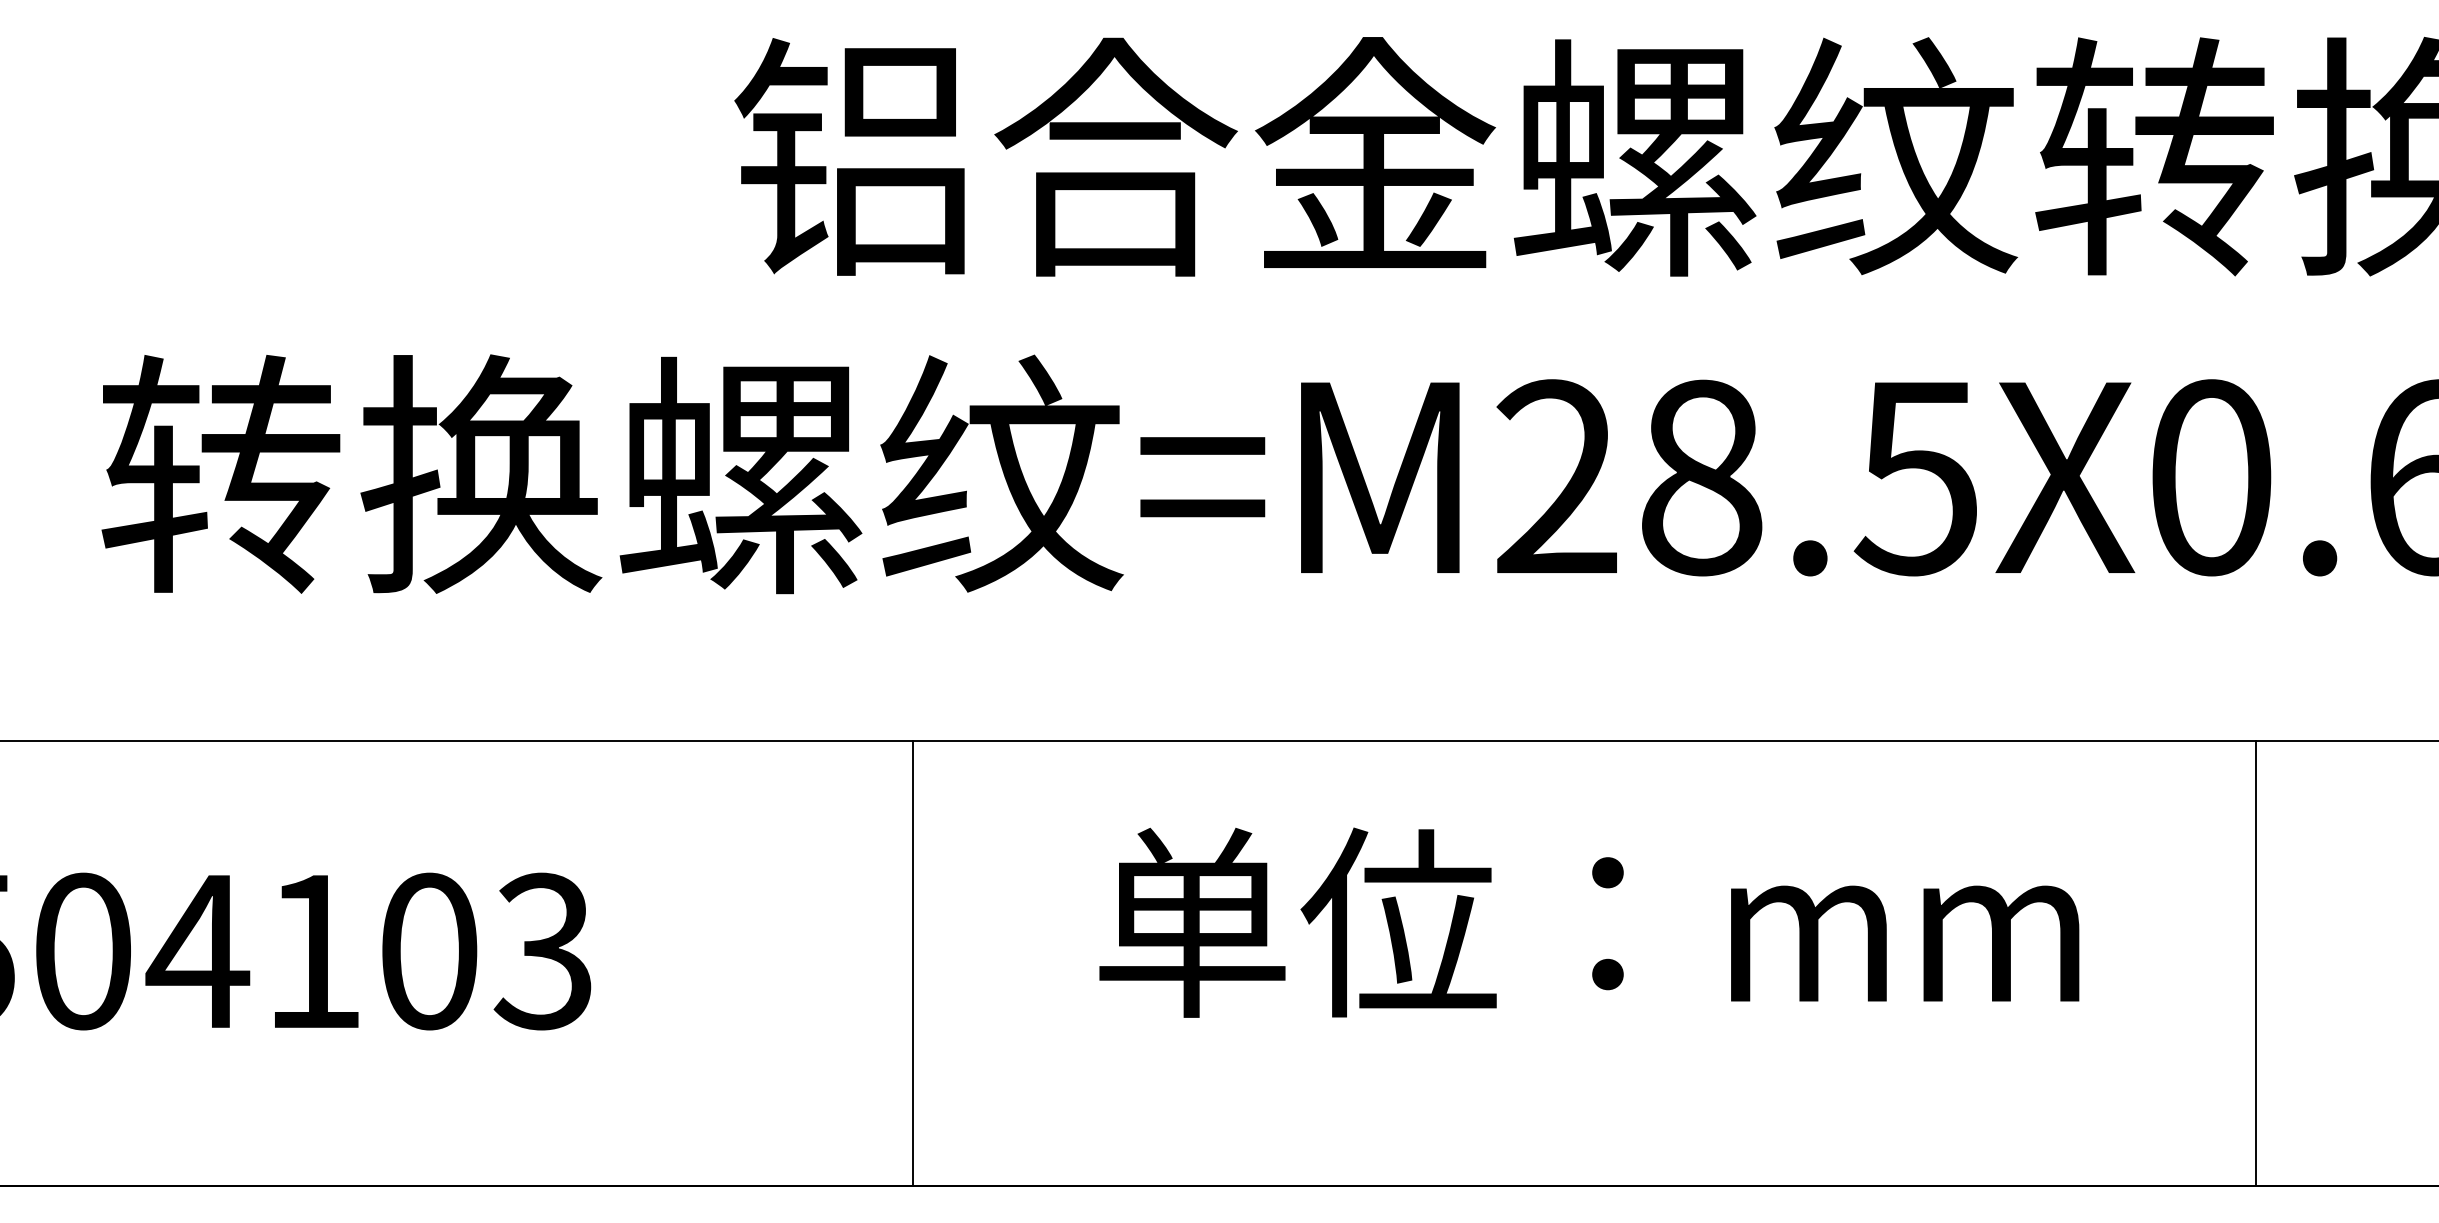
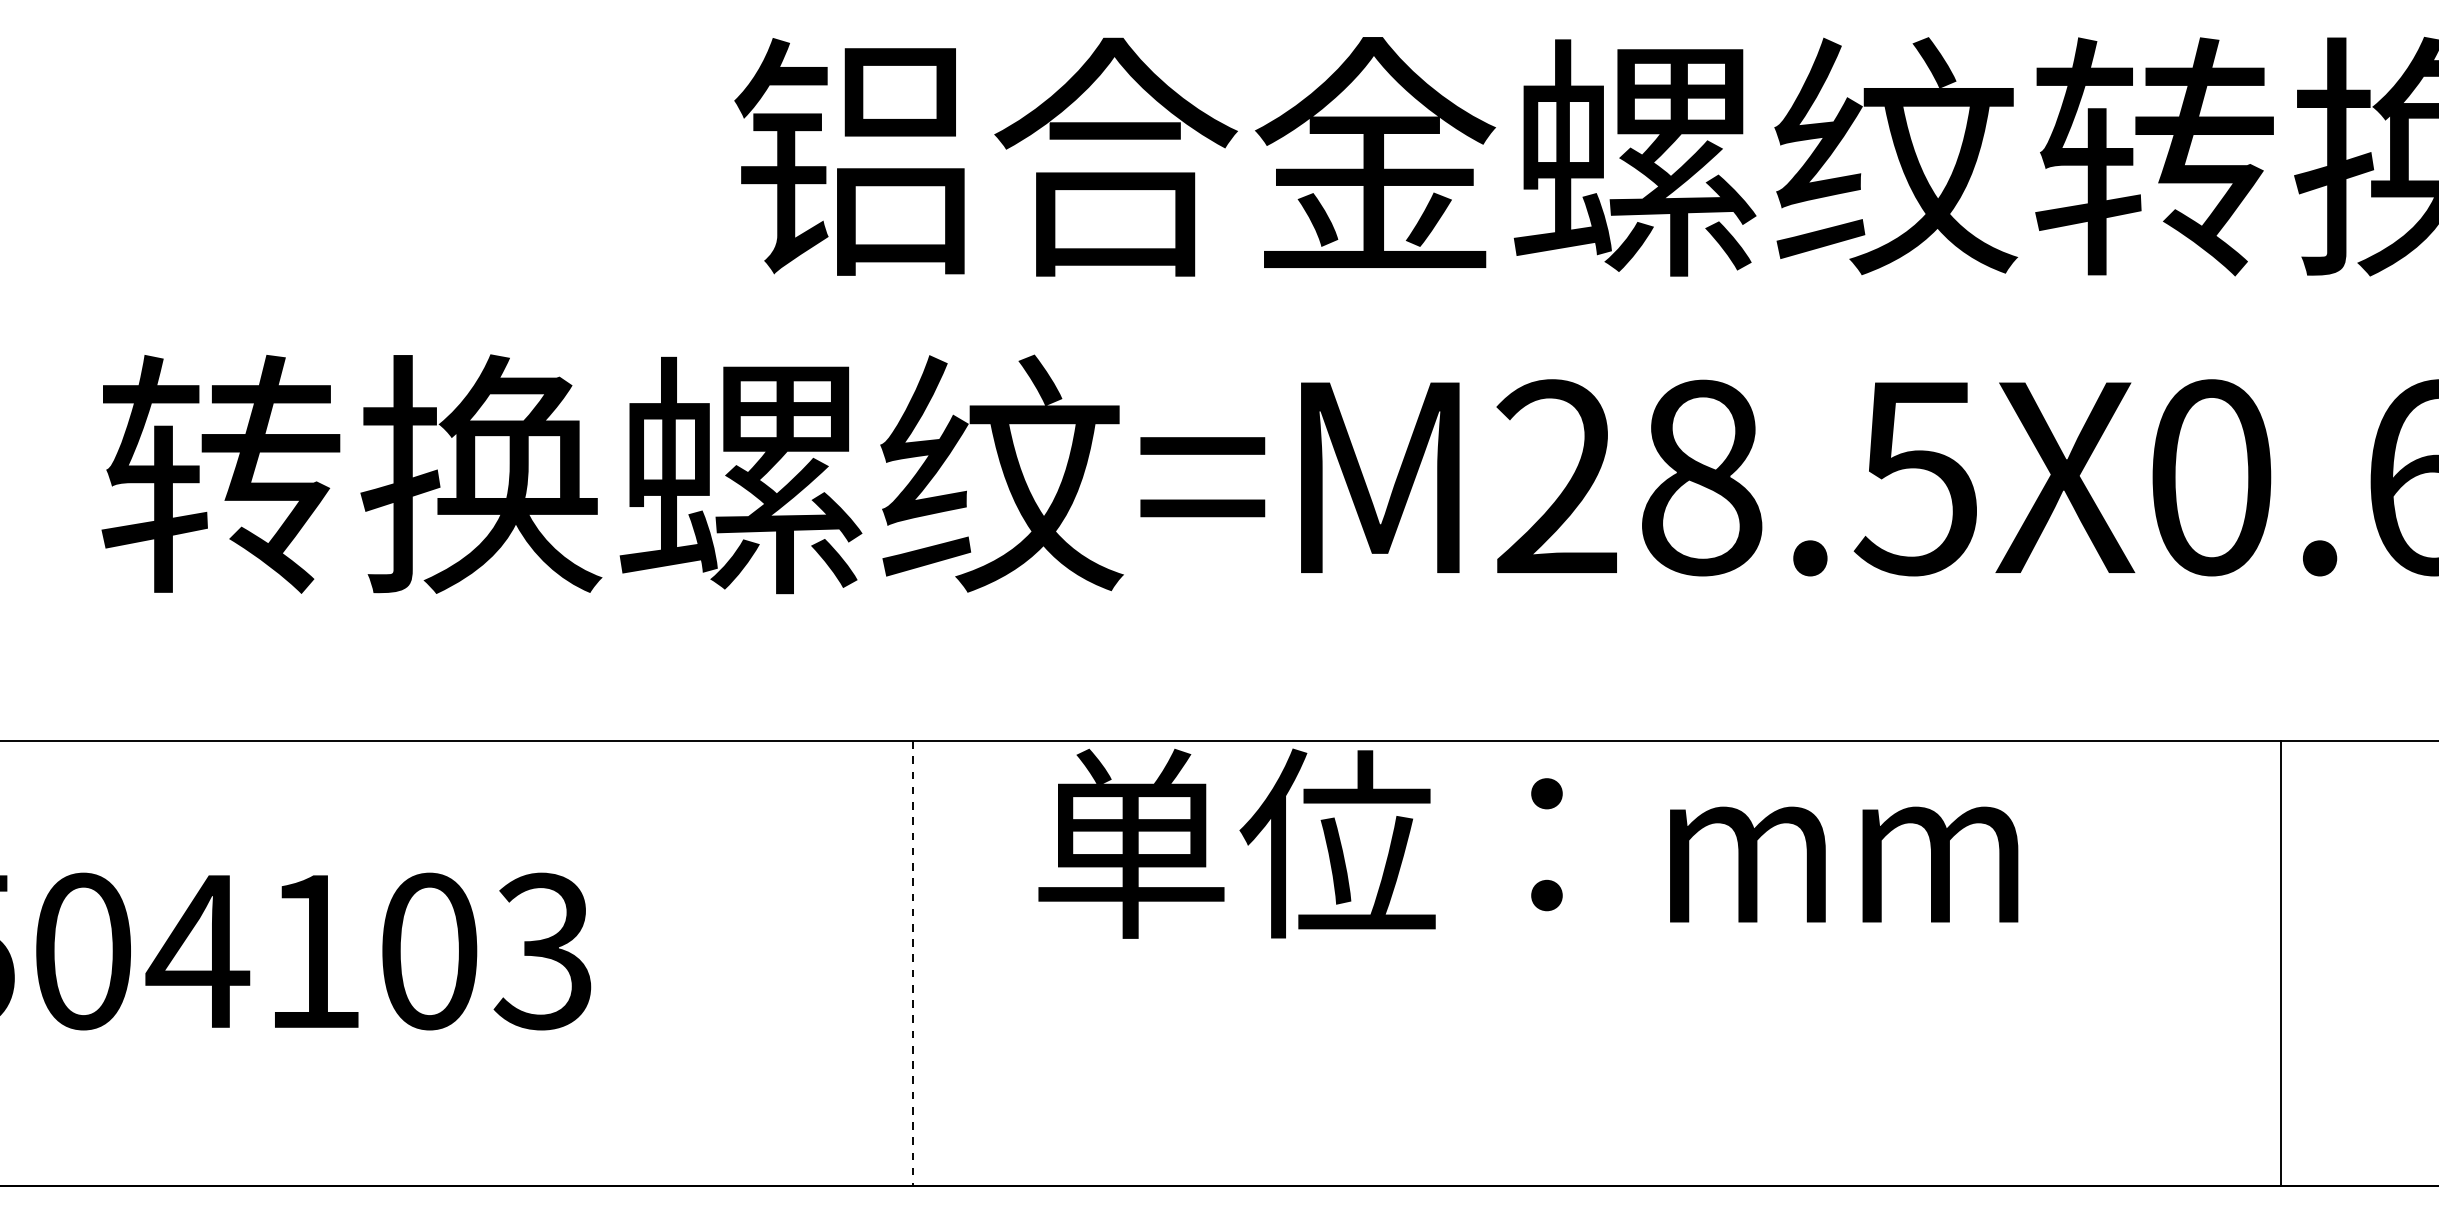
text at (1589, 922) position: (1589, 922) -> (1528, 843)
line at (912, 963): solid -> dashed
line at (2256, 963) position: (2256, 963) -> (2281, 963)
